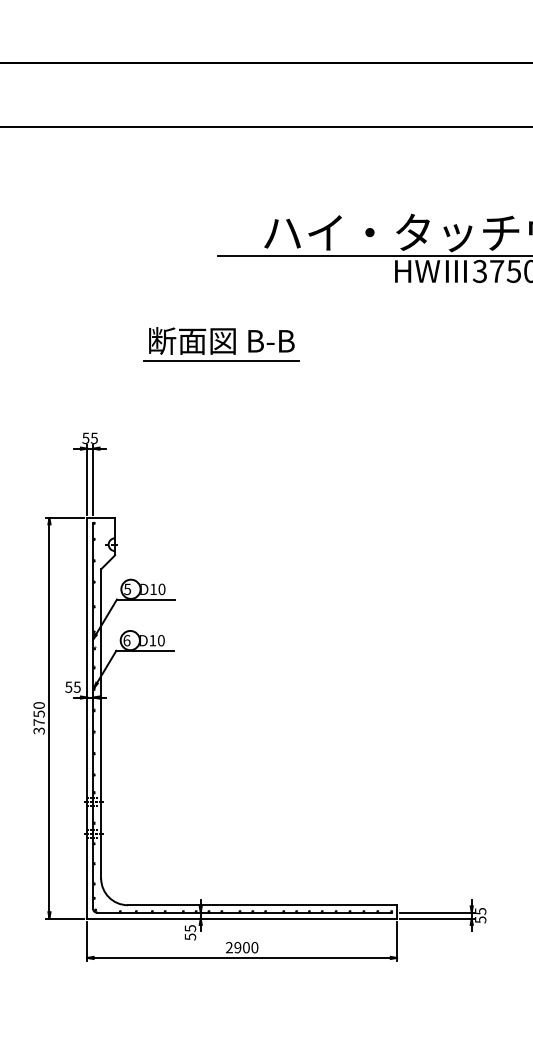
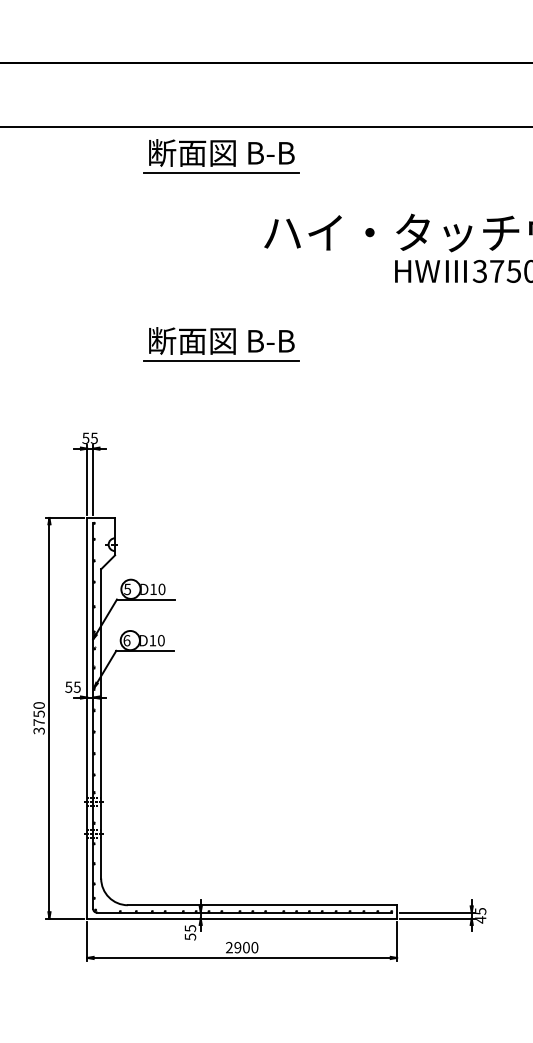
part at (221, 156): none -> present
line at (373, 255): present -> none
text at (480, 919): 55 -> 45
